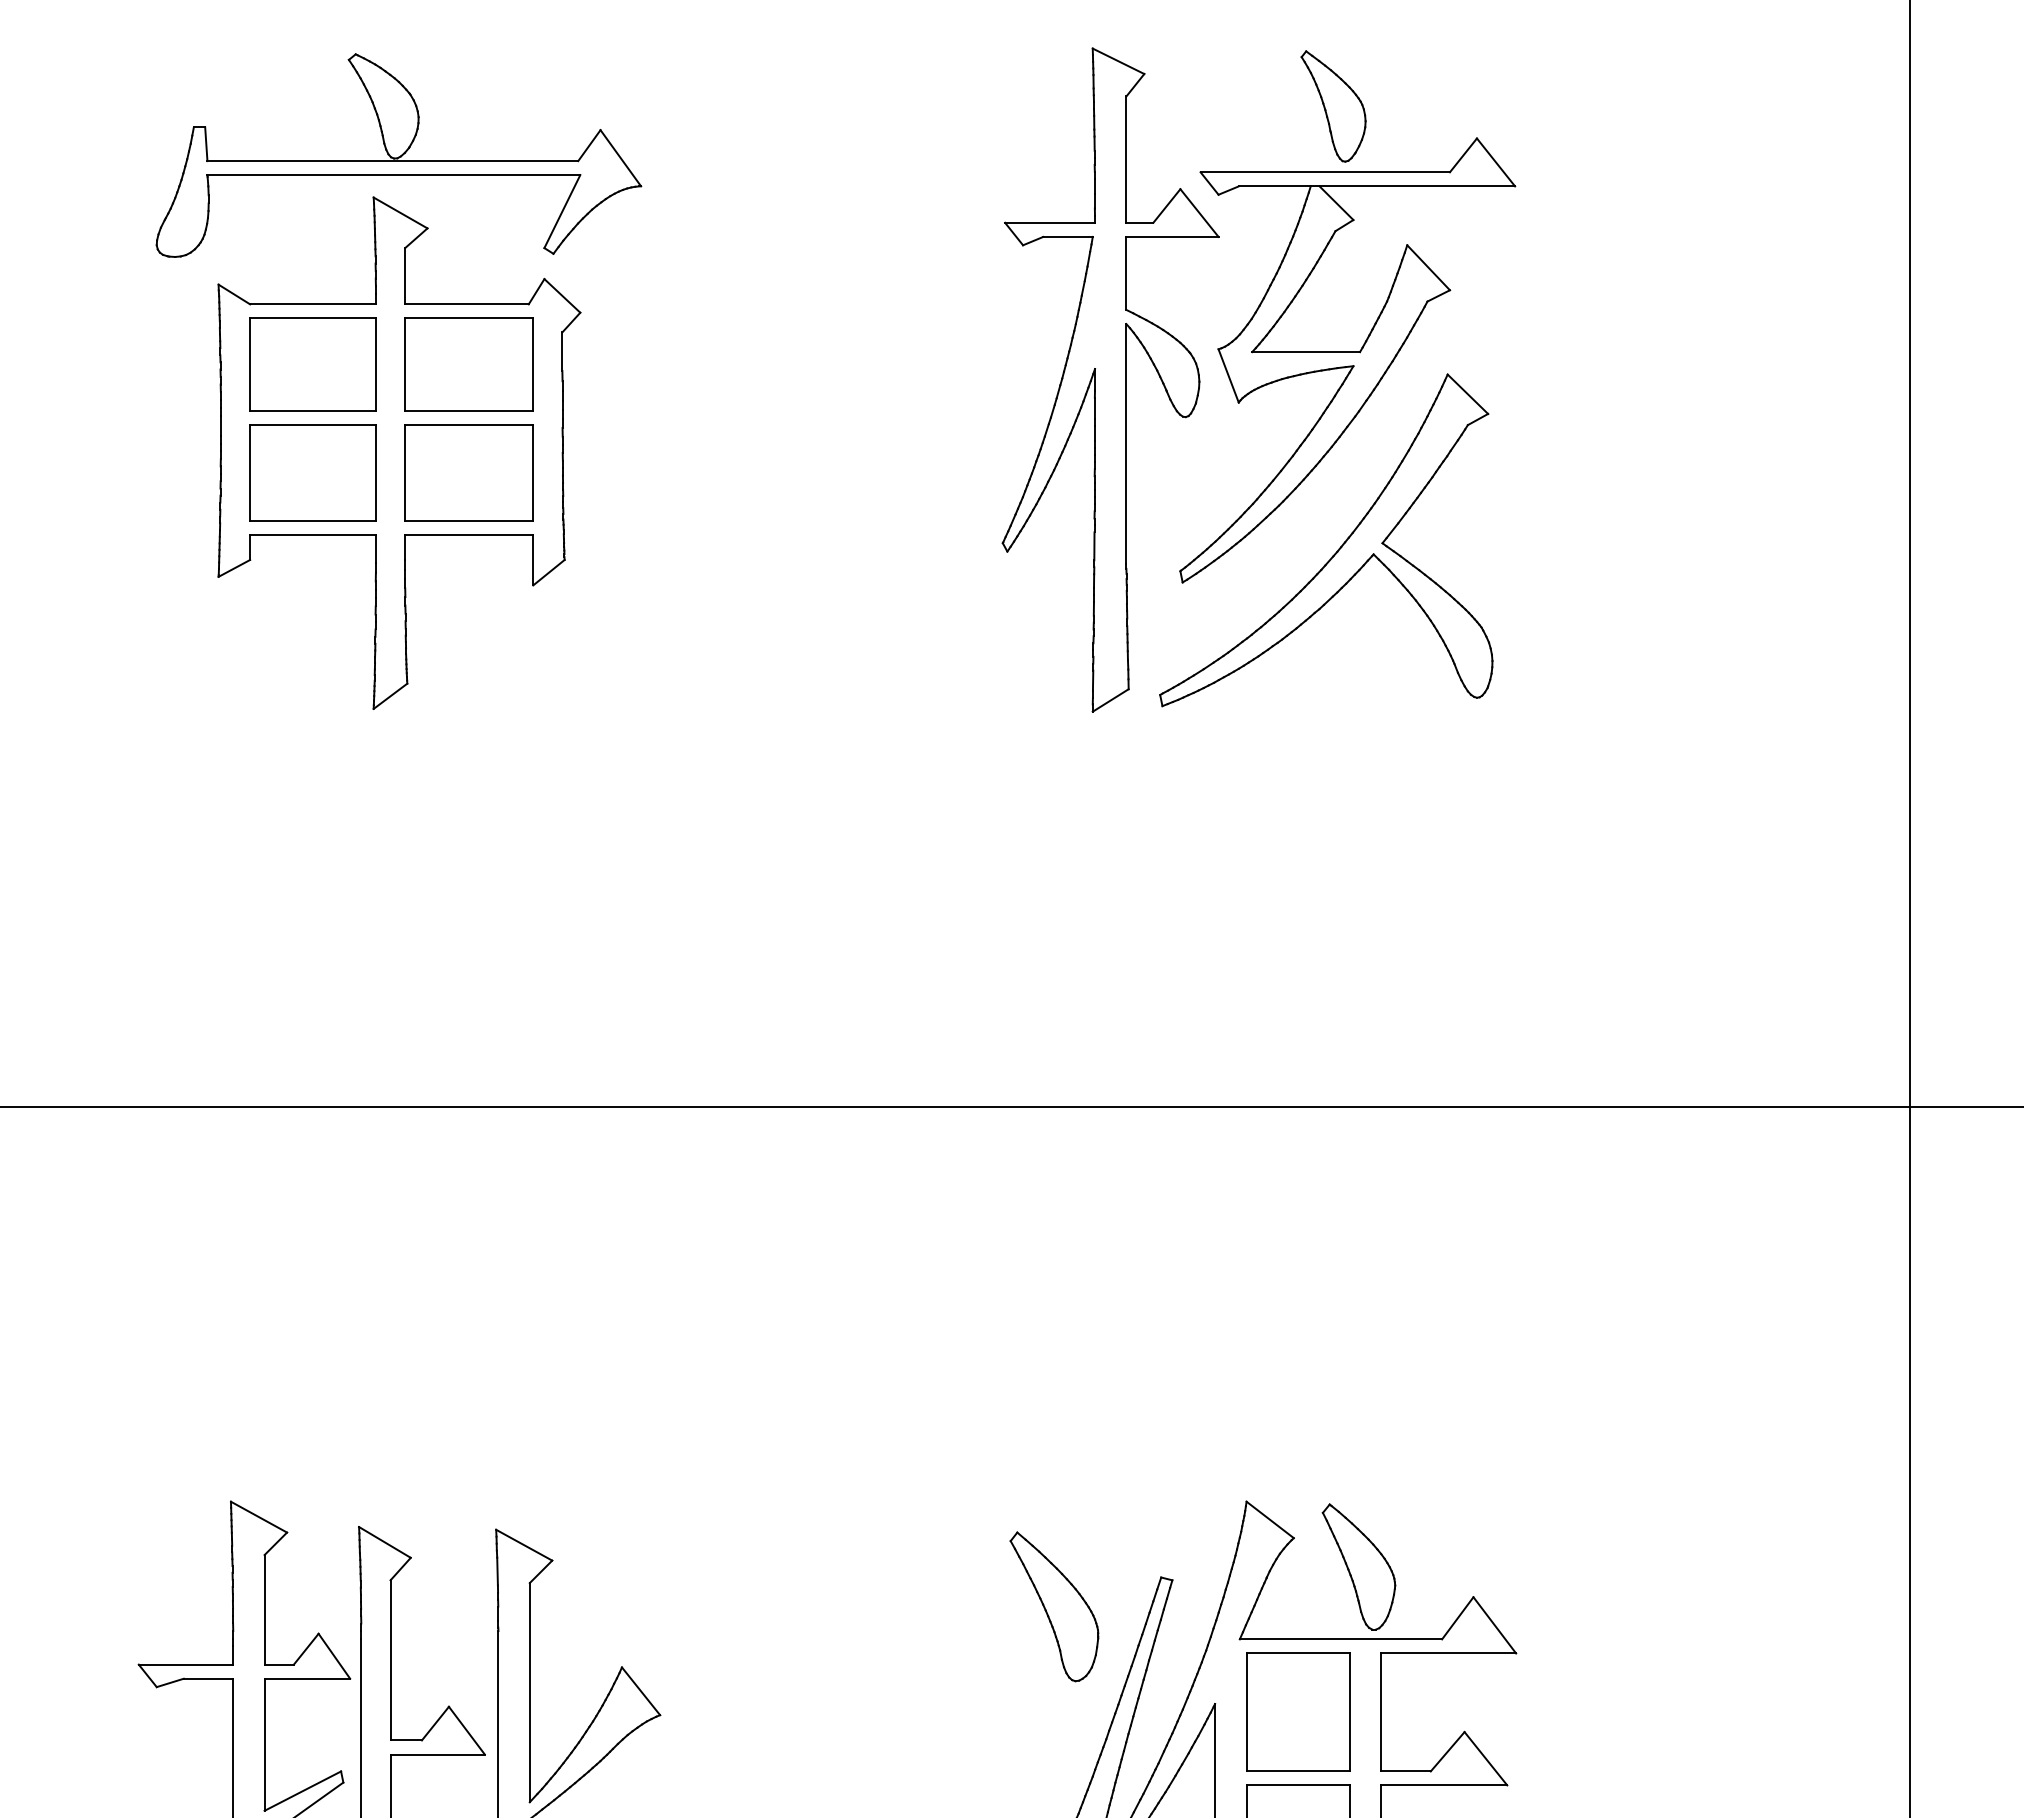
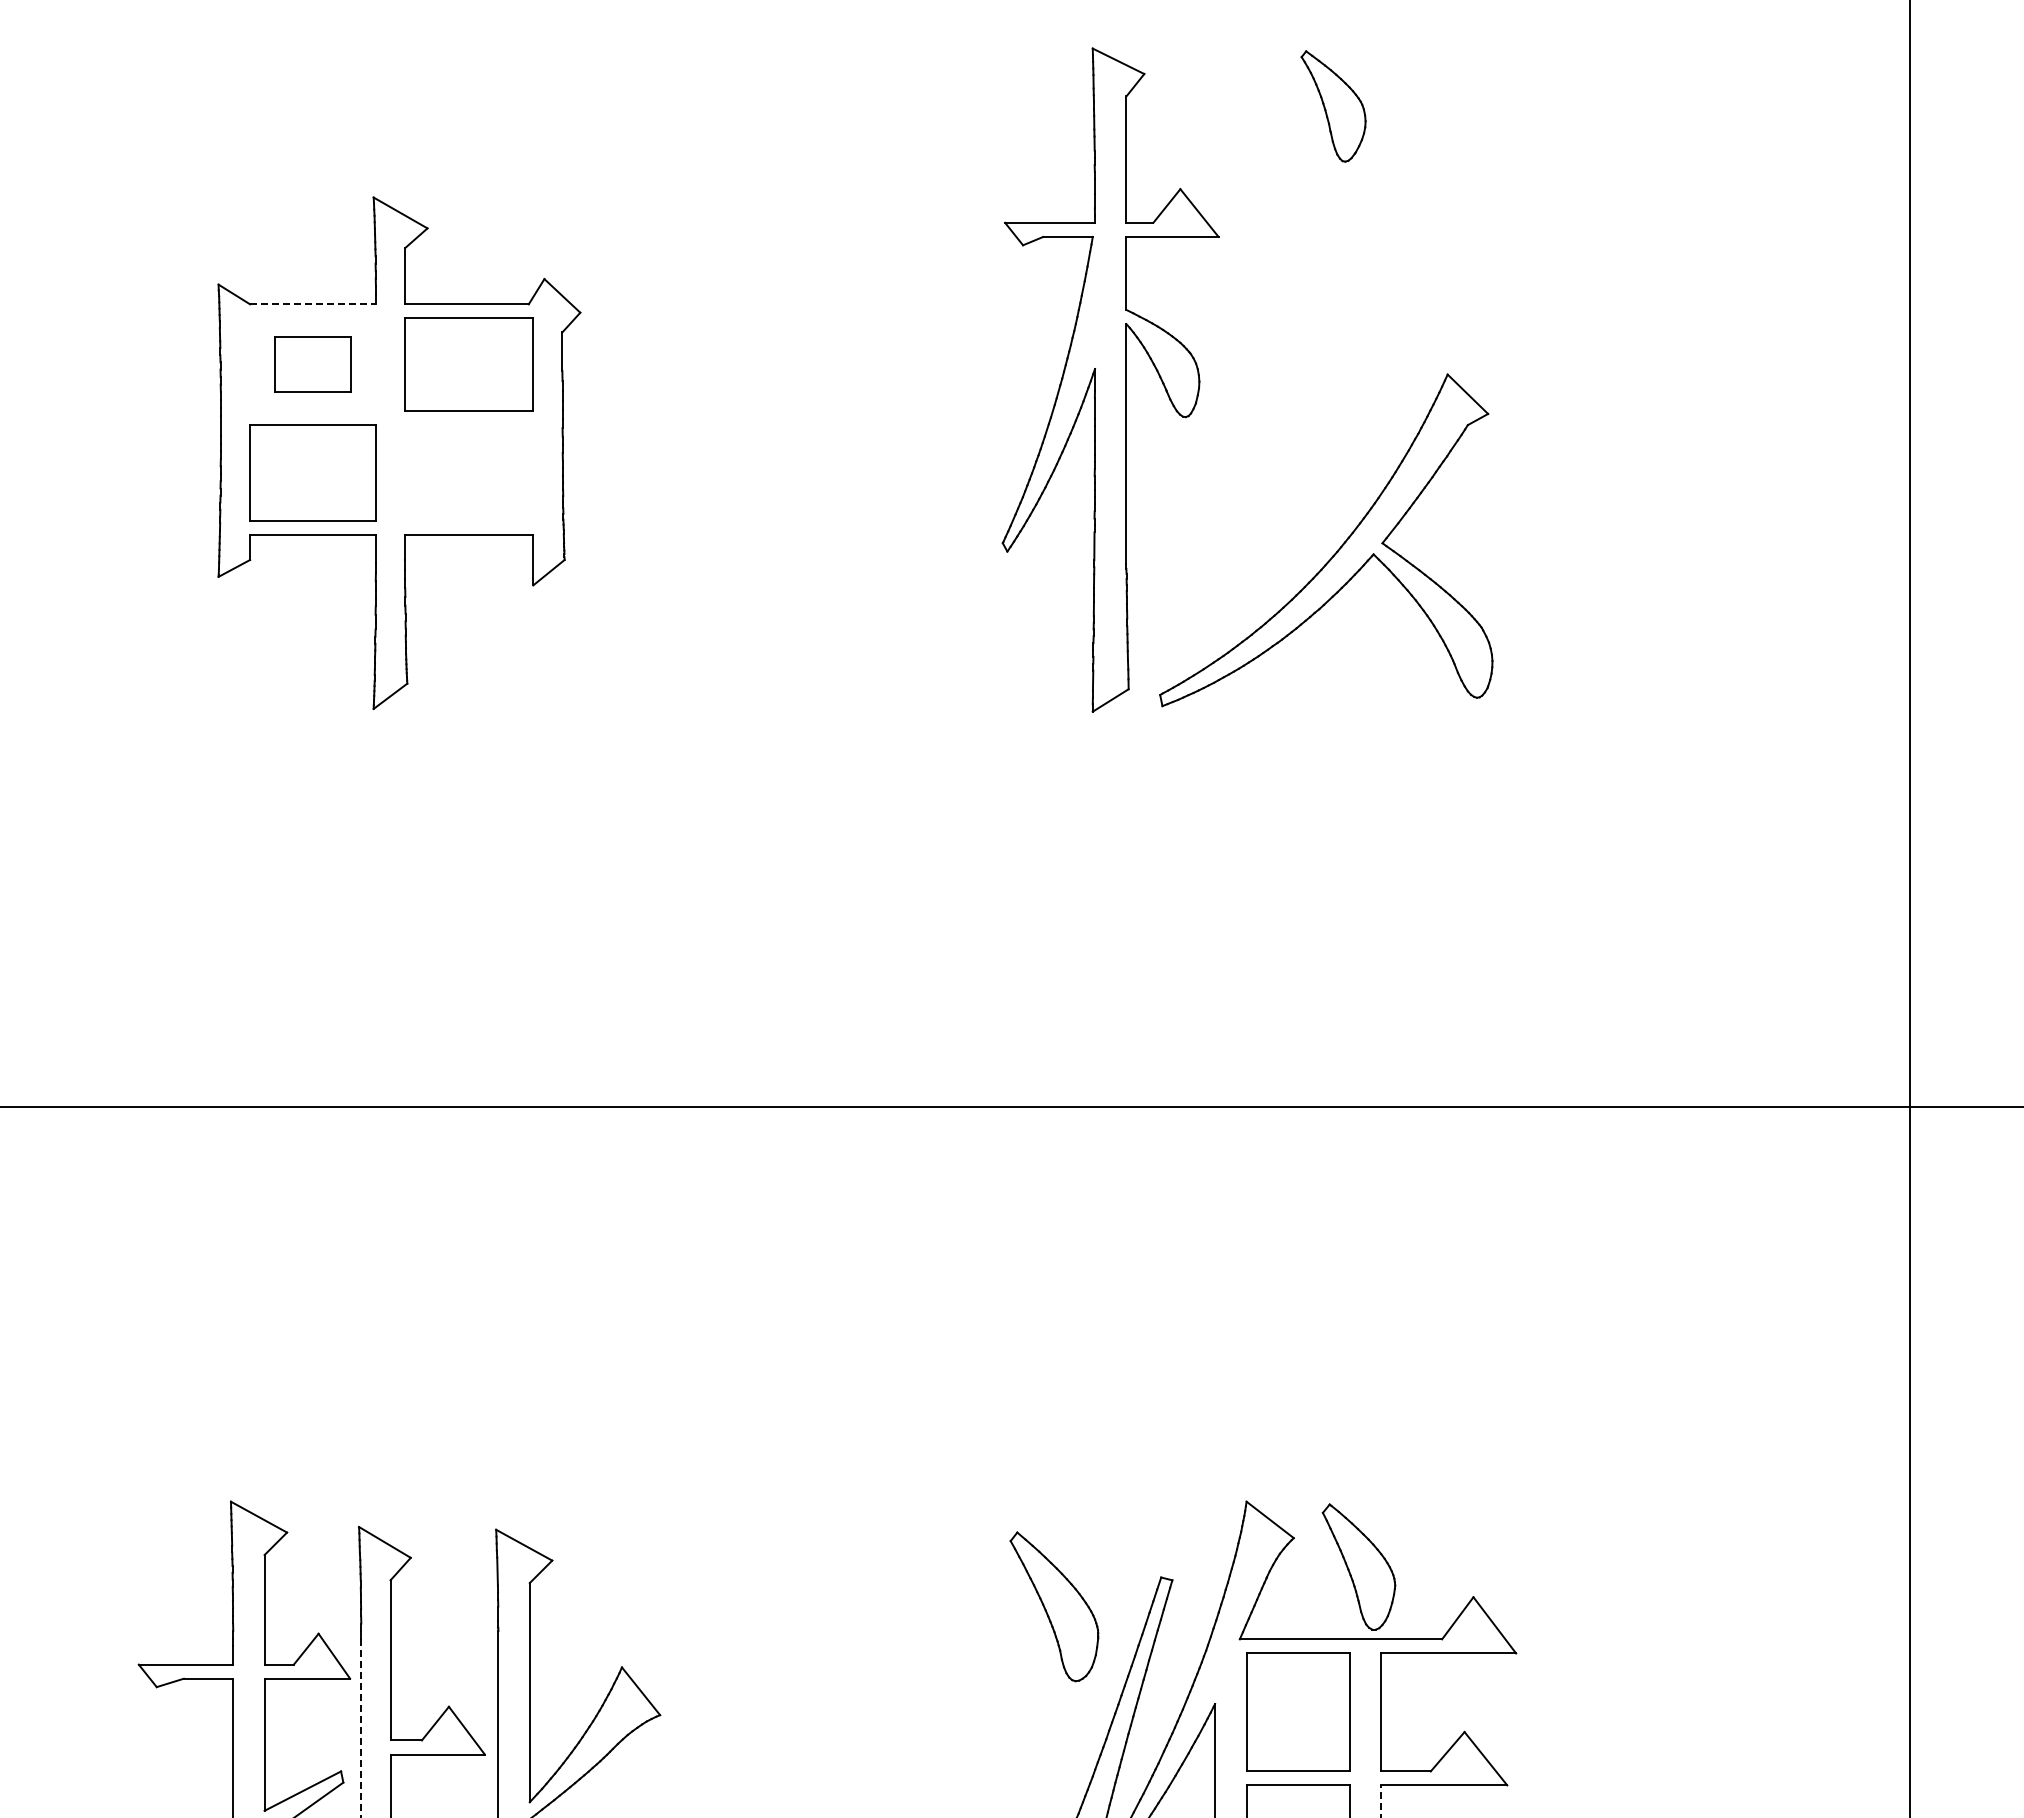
part at (398, 155): present -> none
line at (313, 304): solid -> dashed
part at (1347, 360): present -> none
part at (312, 364) size: 128x95 px -> 78x57 px
part at (468, 472): present -> none
line at (361, 1728): solid -> dashed
line at (1381, 1801): solid -> dashed
